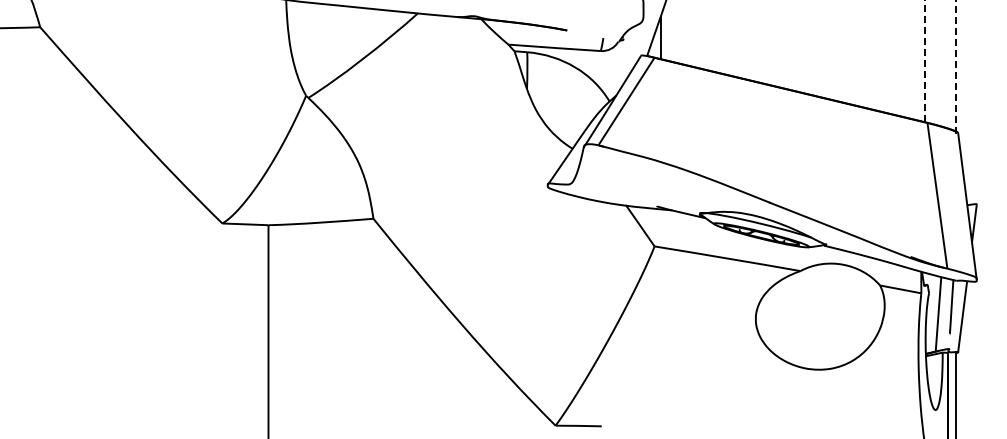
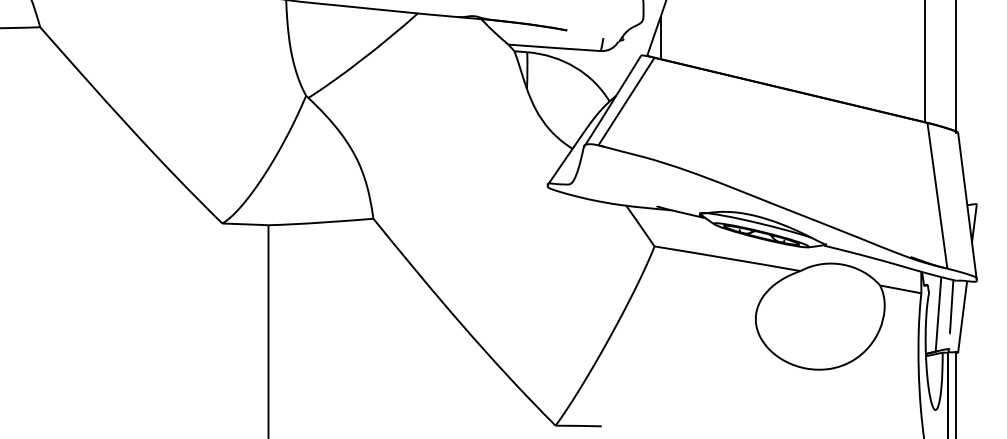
line at (924, 61): dashed -> solid
line at (955, 66): dashed -> solid
